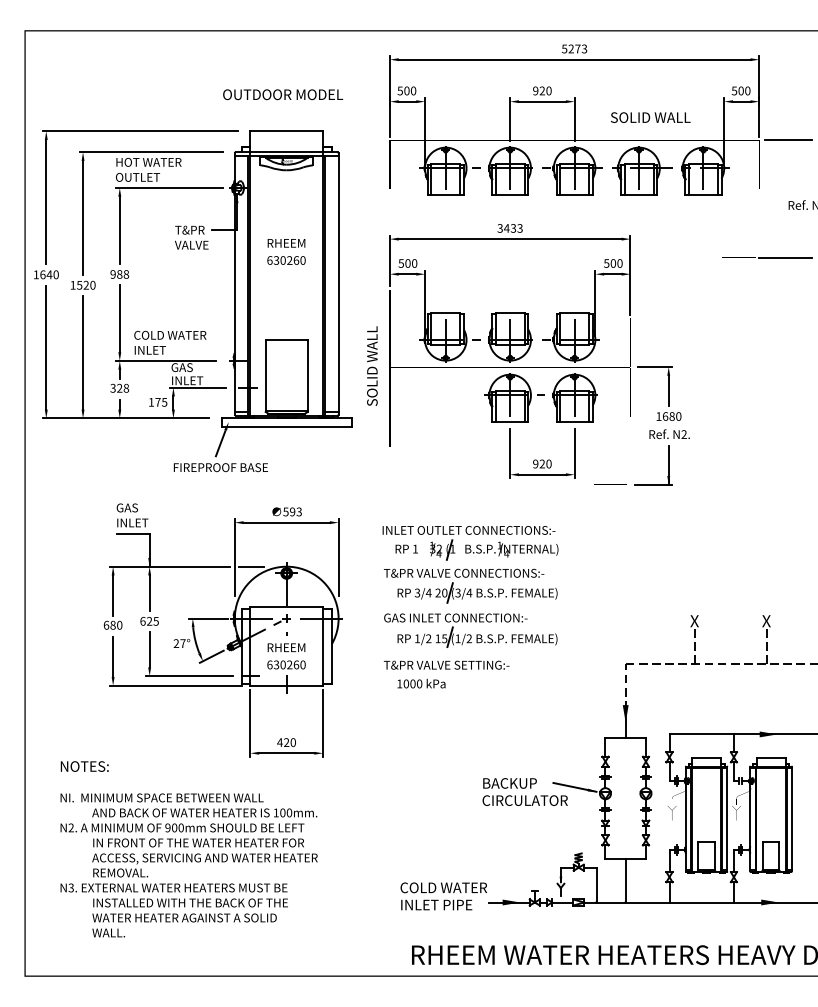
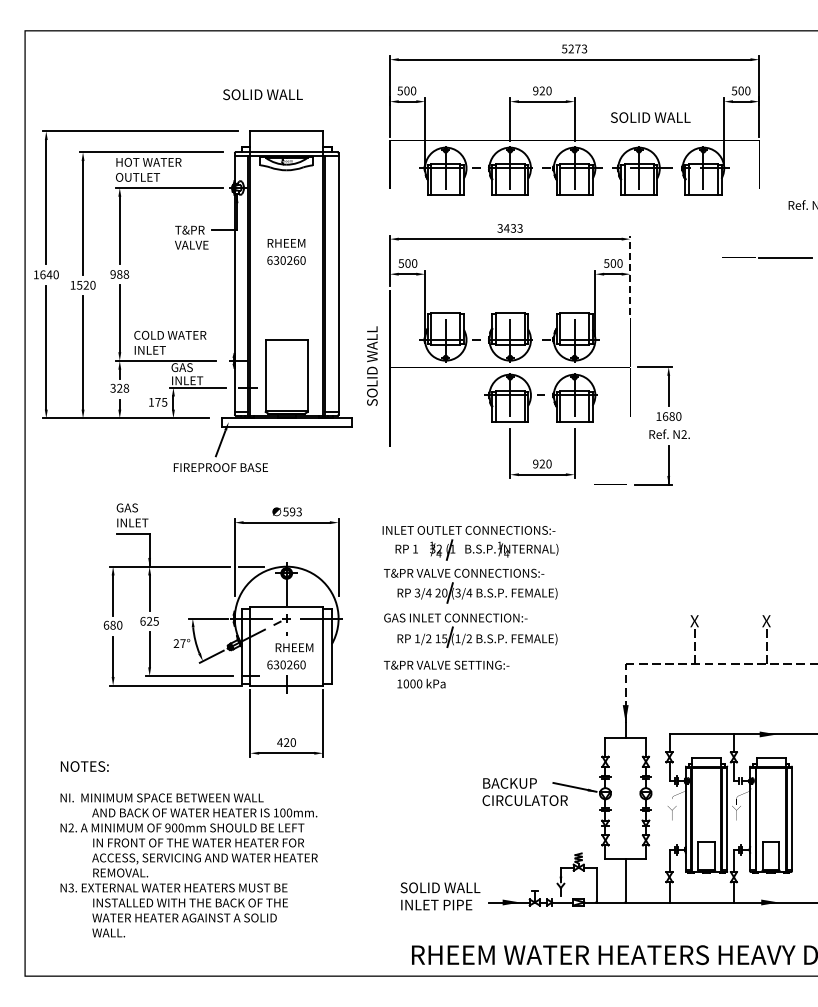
text at (283, 94): OUTDOOR MODEL -> SOLID WALL
line at (788, 140): present -> none
line at (630, 275): solid -> dashed
text at (286, 647) position: (286, 647) -> (294, 647)
text at (443, 887): COLD WATER -> SOLID WALL
